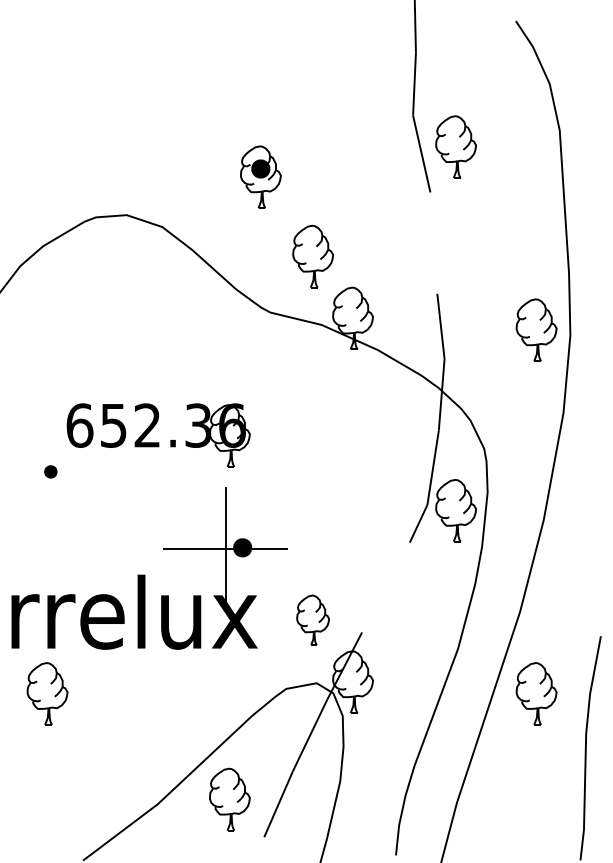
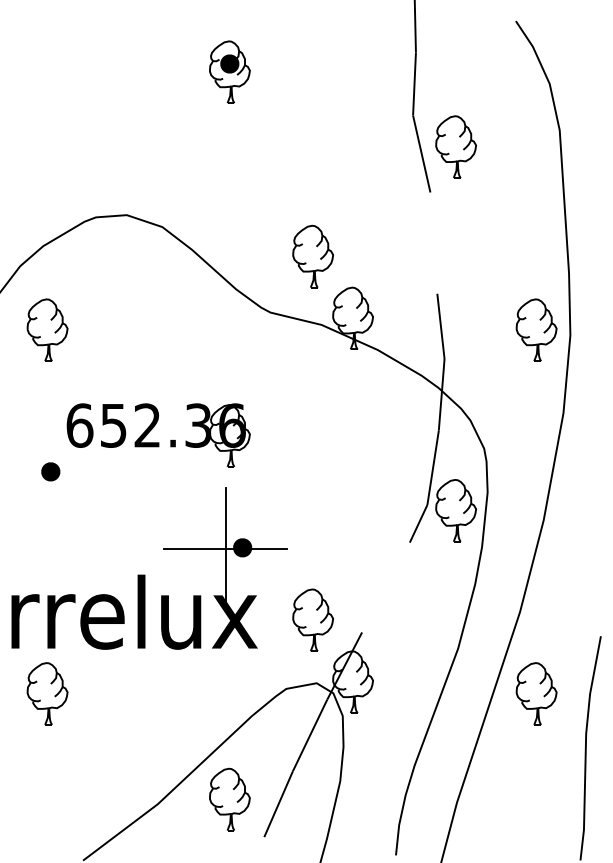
part at (260, 176) position: (260, 176) -> (229, 71)
part at (47, 329): none -> present
part at (50, 471) size: 14x14 px -> 20x20 px
part at (312, 619) size: 34x52 px -> 42x64 px
